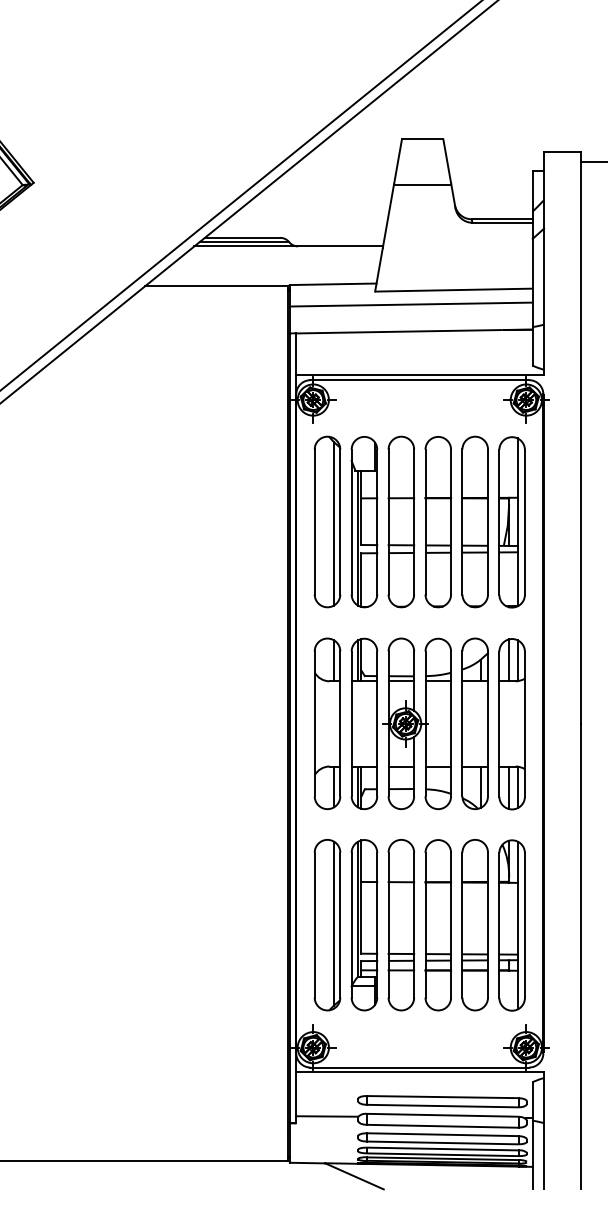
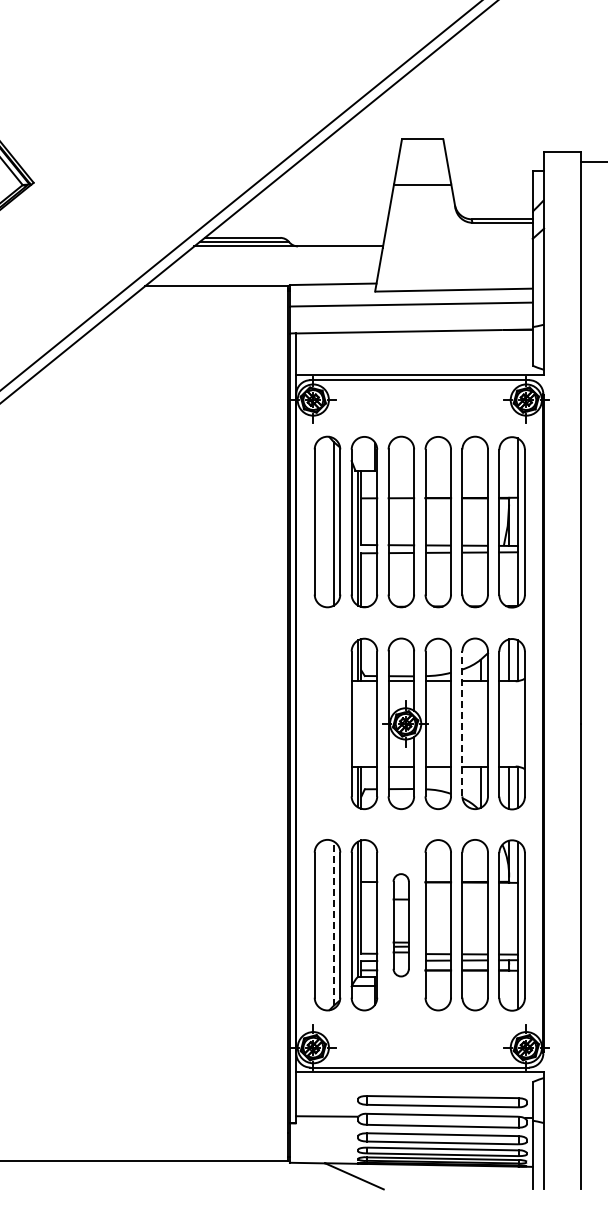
part at (327, 723): present -> none
line at (462, 723): solid -> dashed
line at (333, 923): solid -> dashed
part at (400, 925) size: 28x173 px -> 18x105 px
